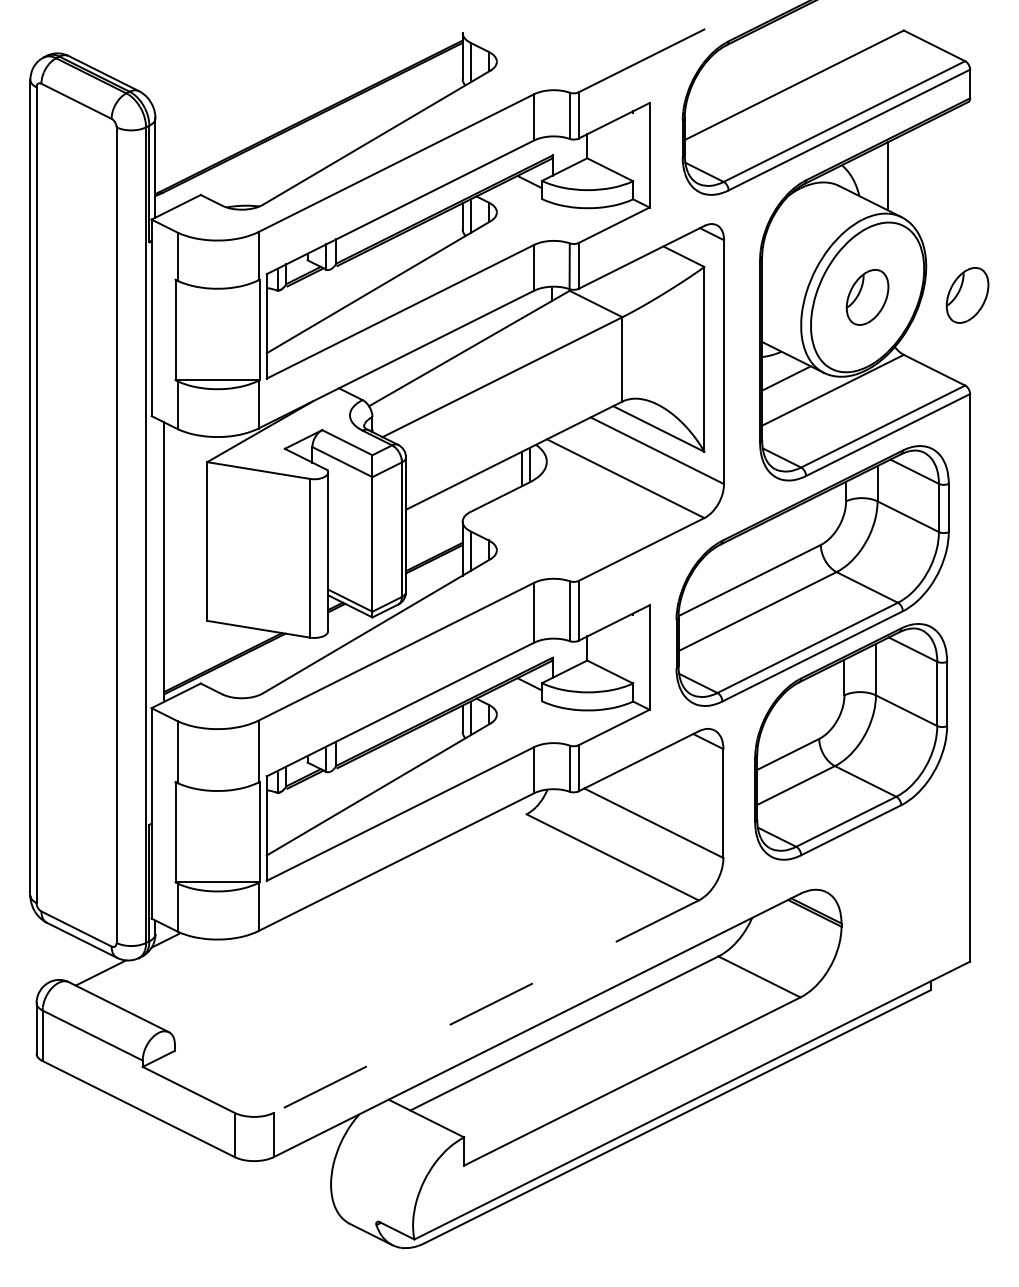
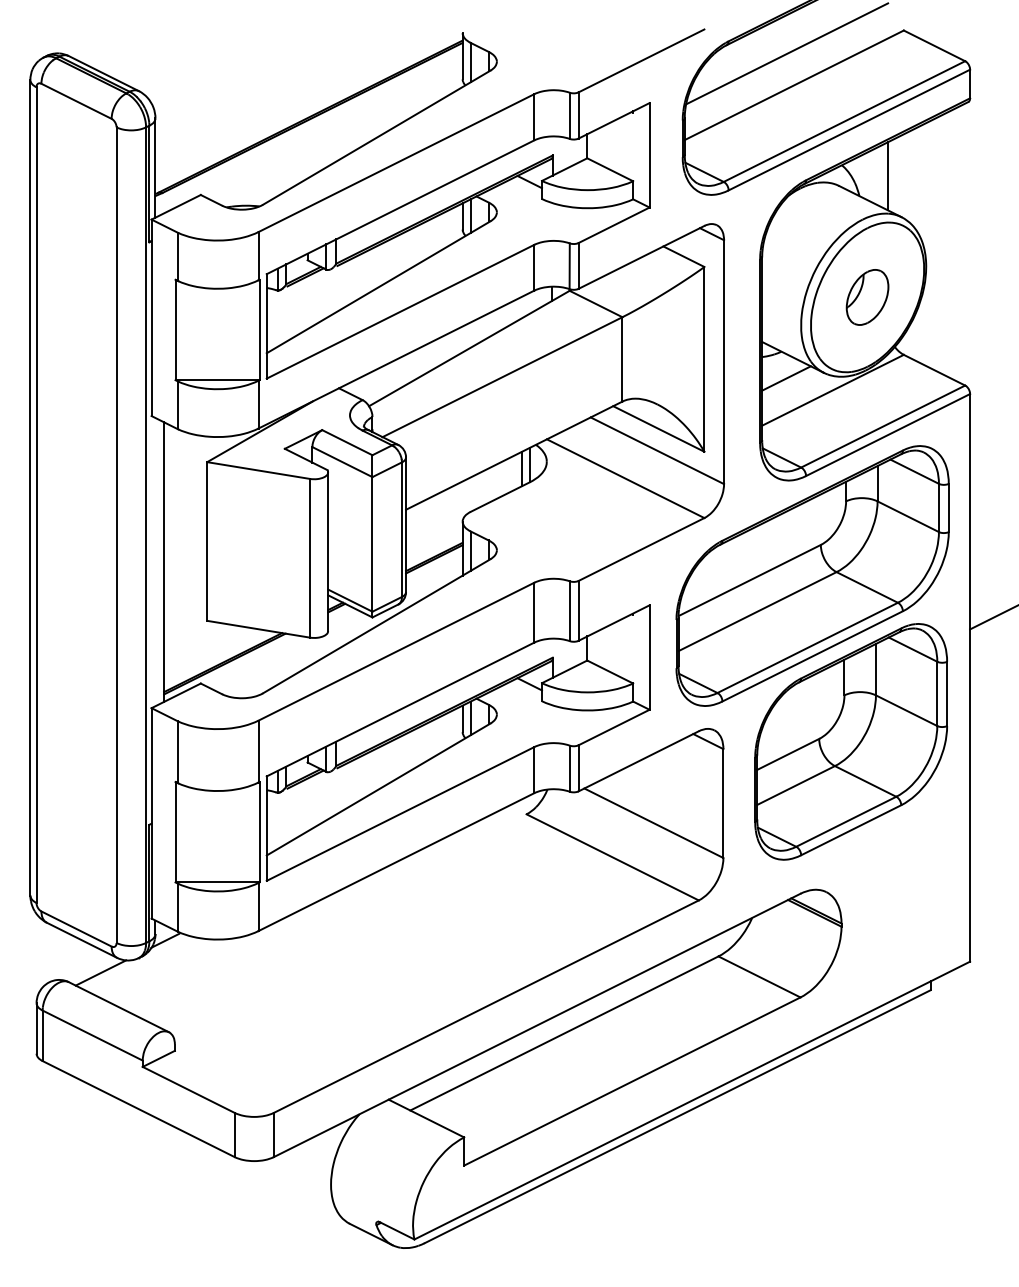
line at (787, 53): none -> present
part at (967, 295): present -> none
line at (992, 617): none -> present
line at (485, 1006): dashed -> solid
